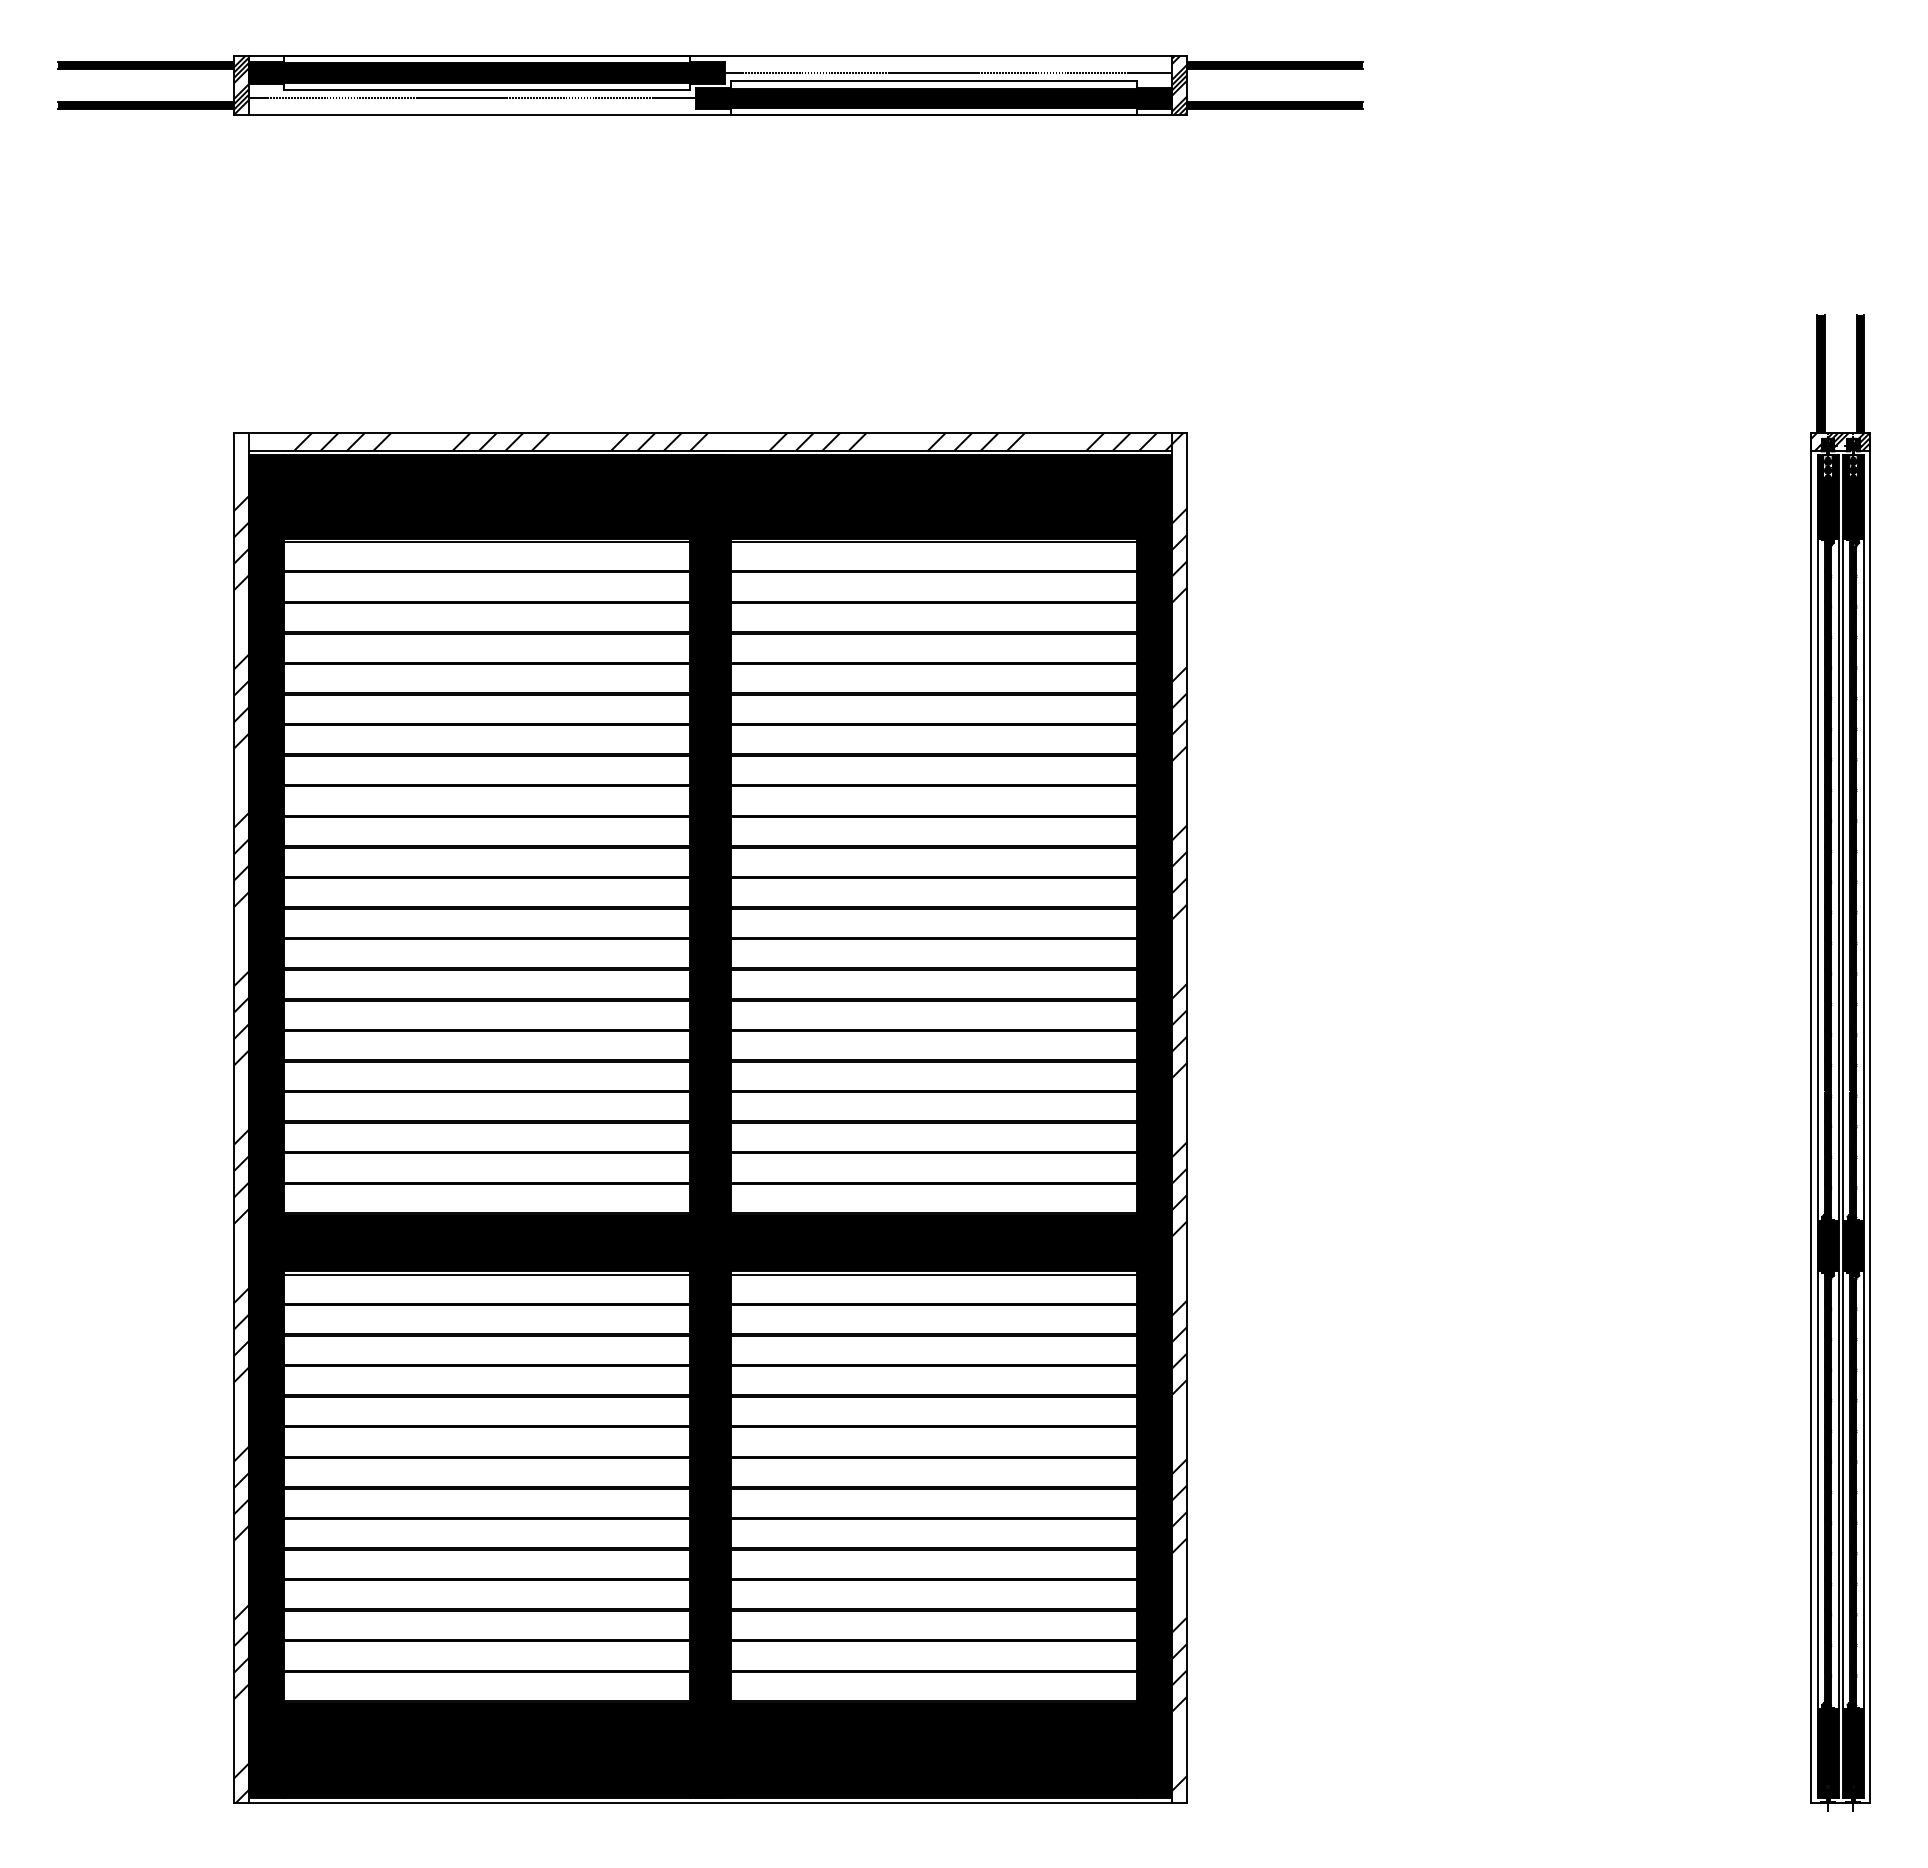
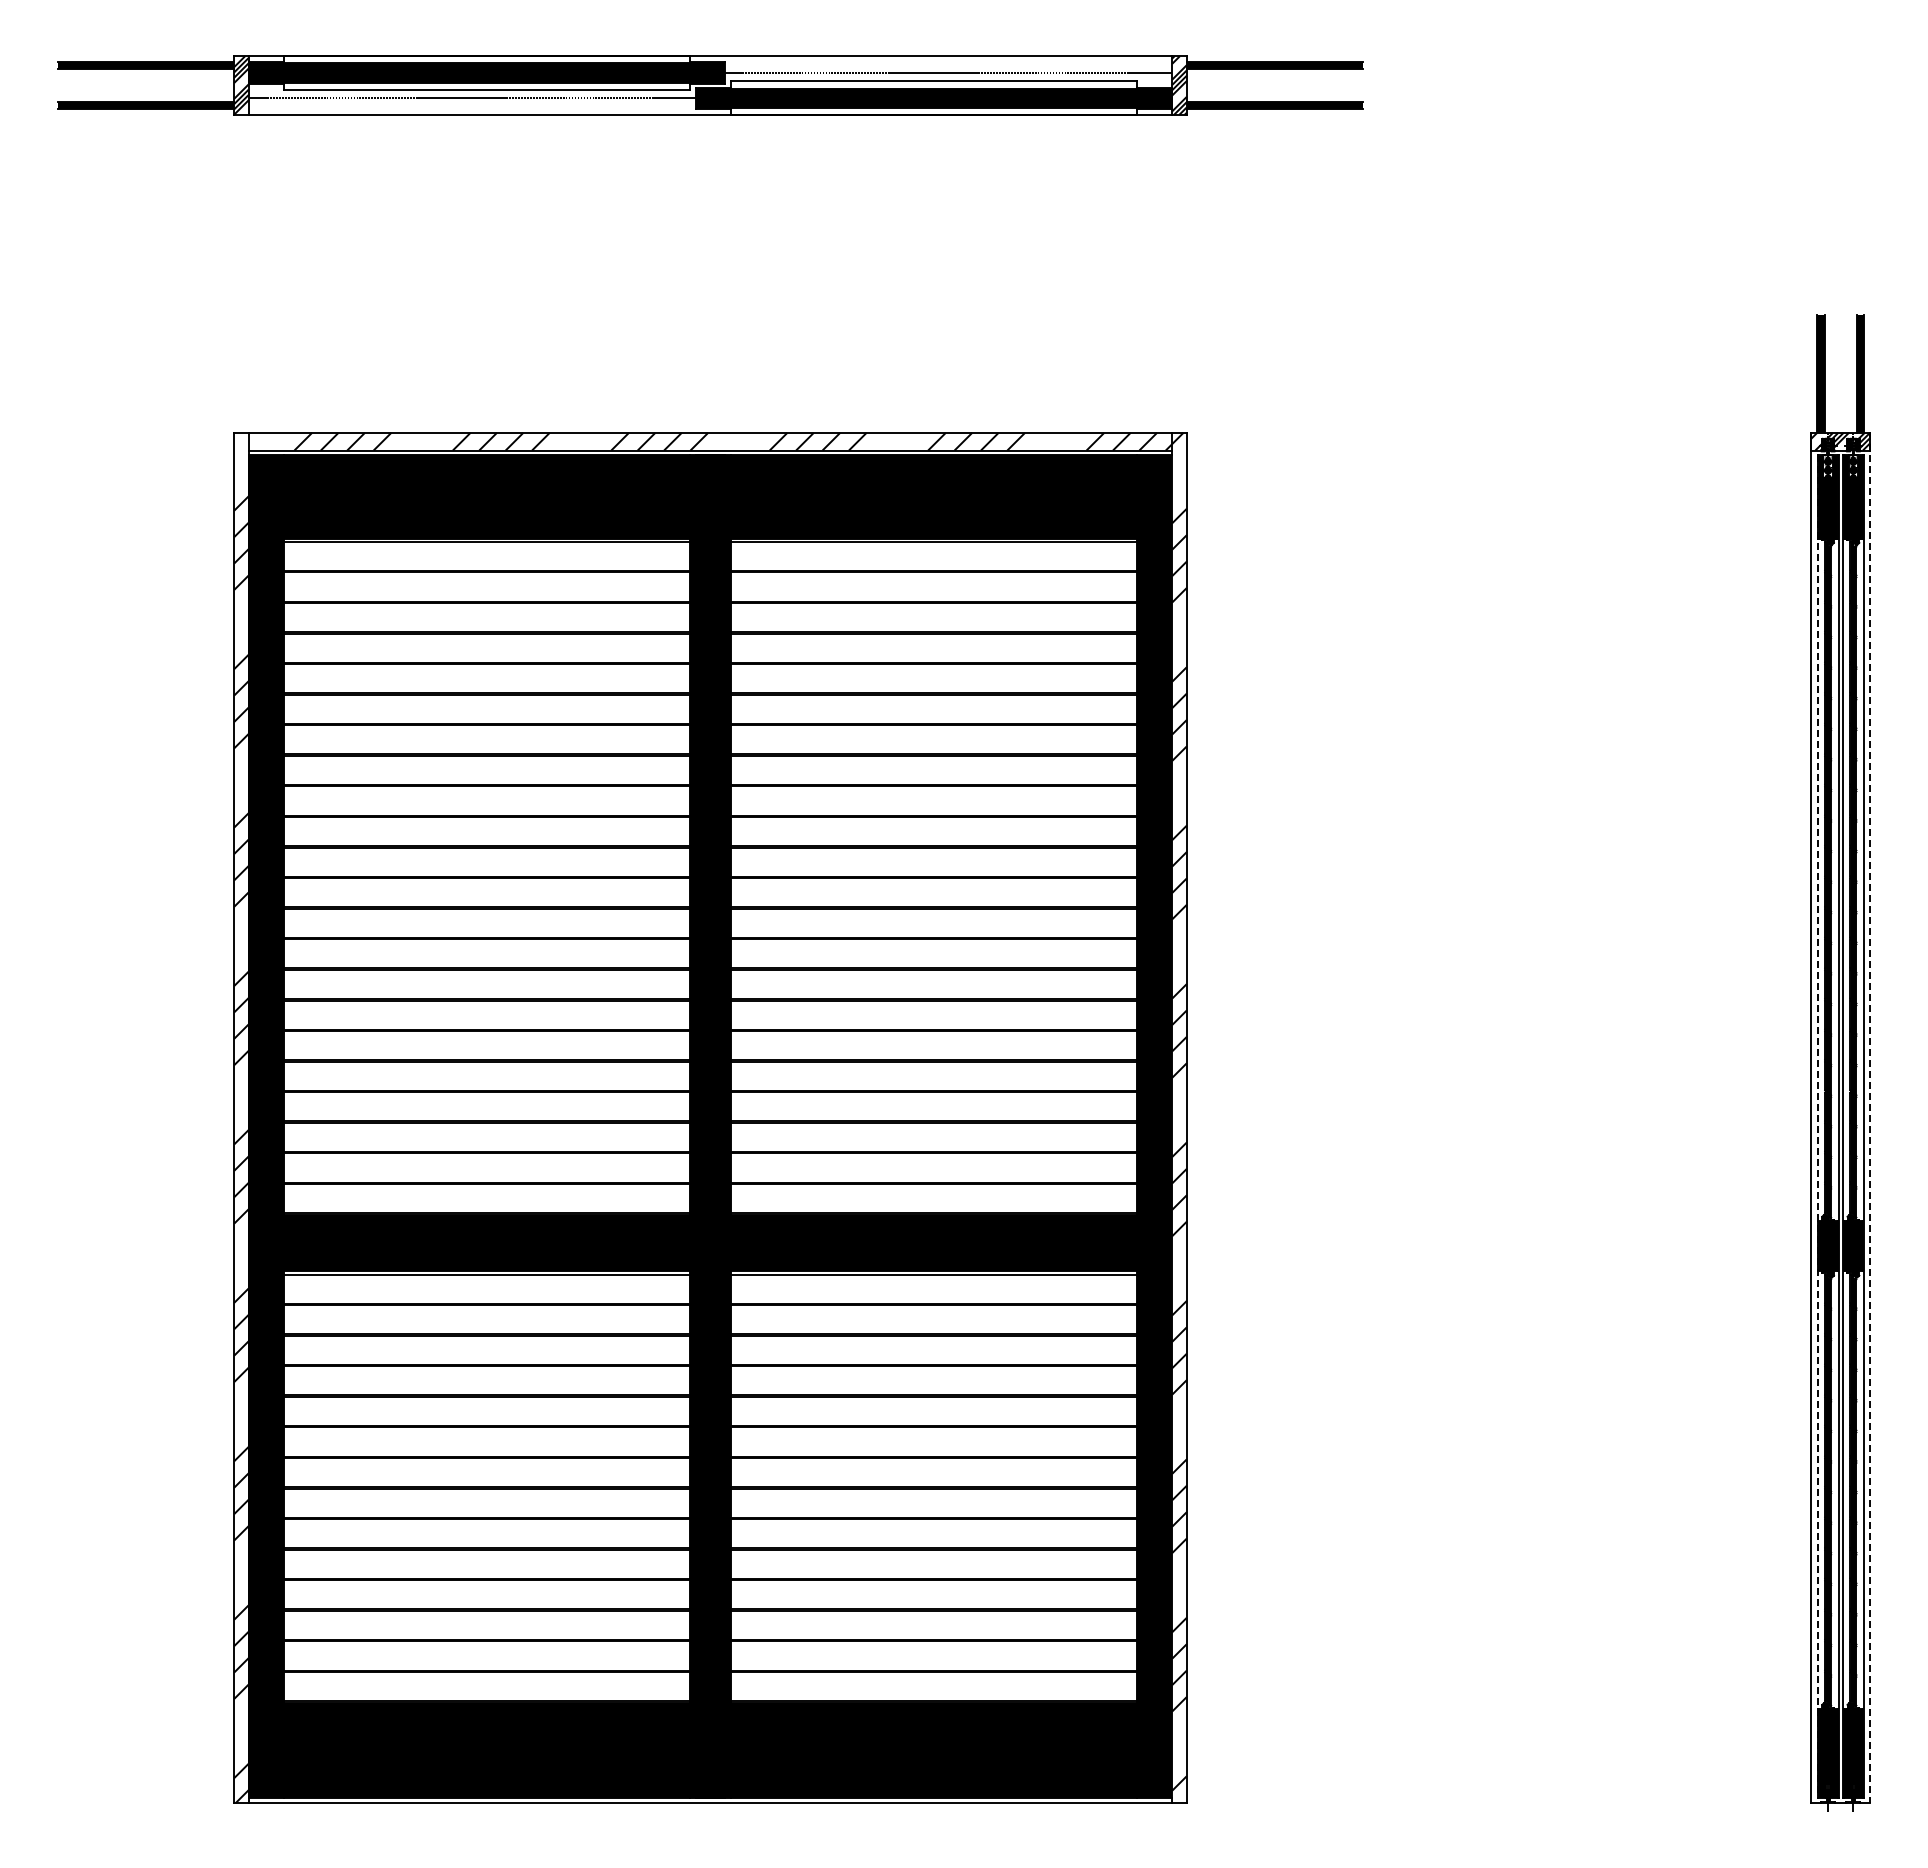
line at (1870, 1118): solid -> dashed
line at (1817, 1126): solid -> dashed
